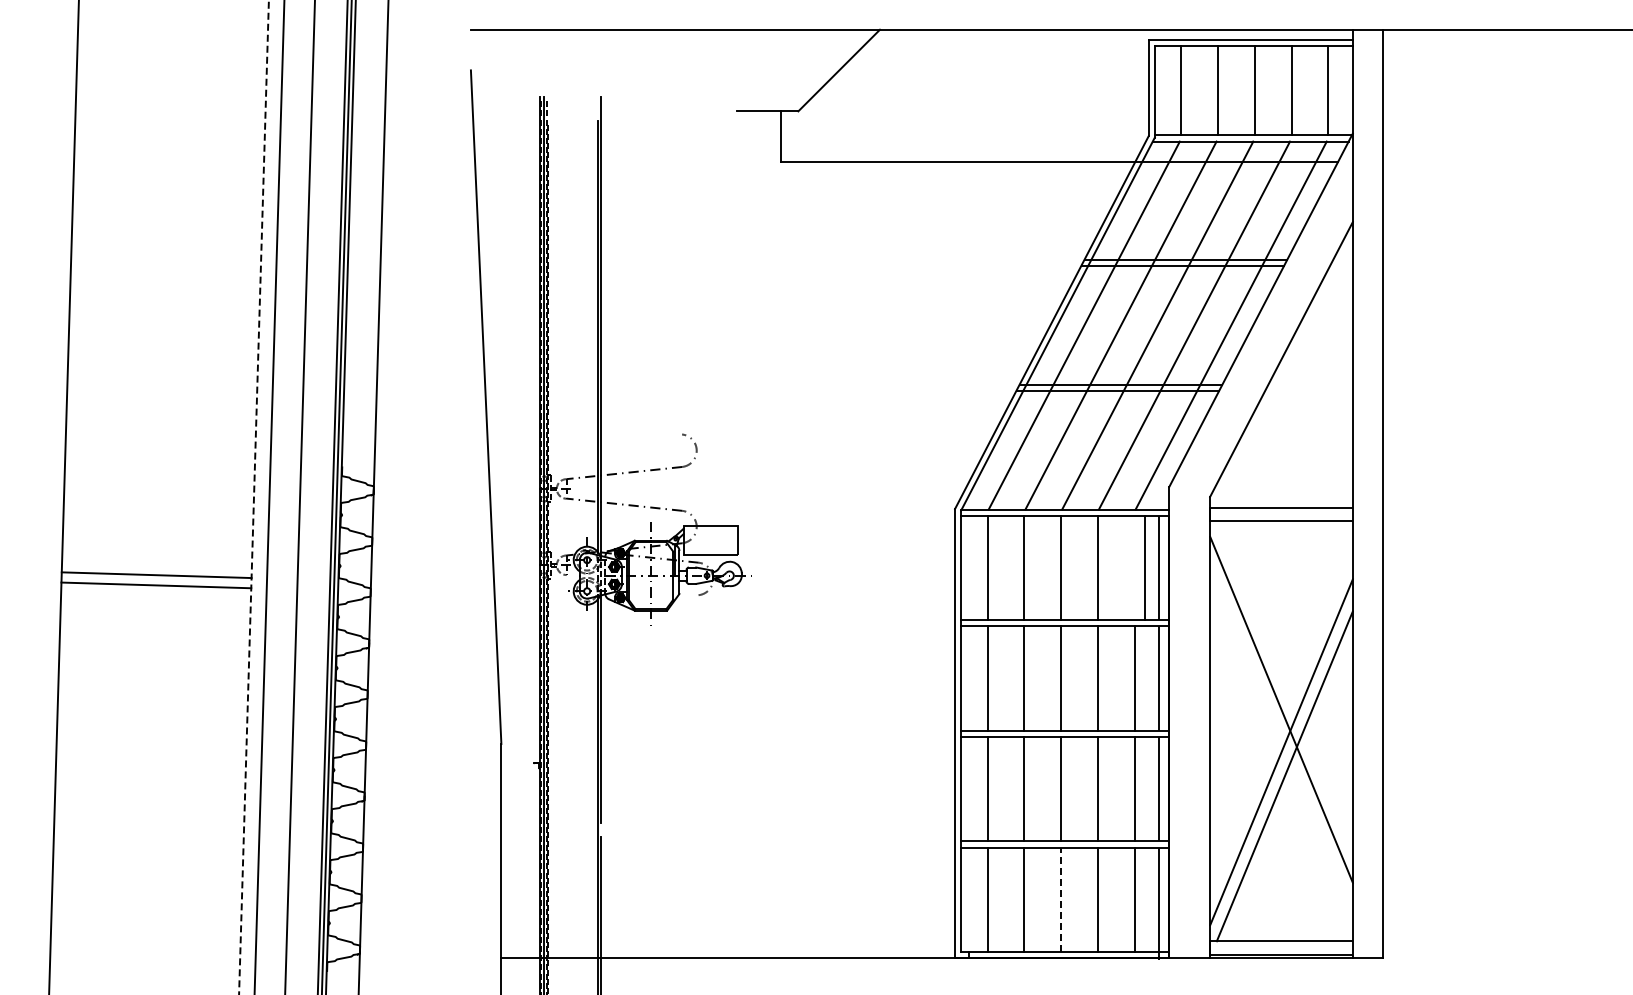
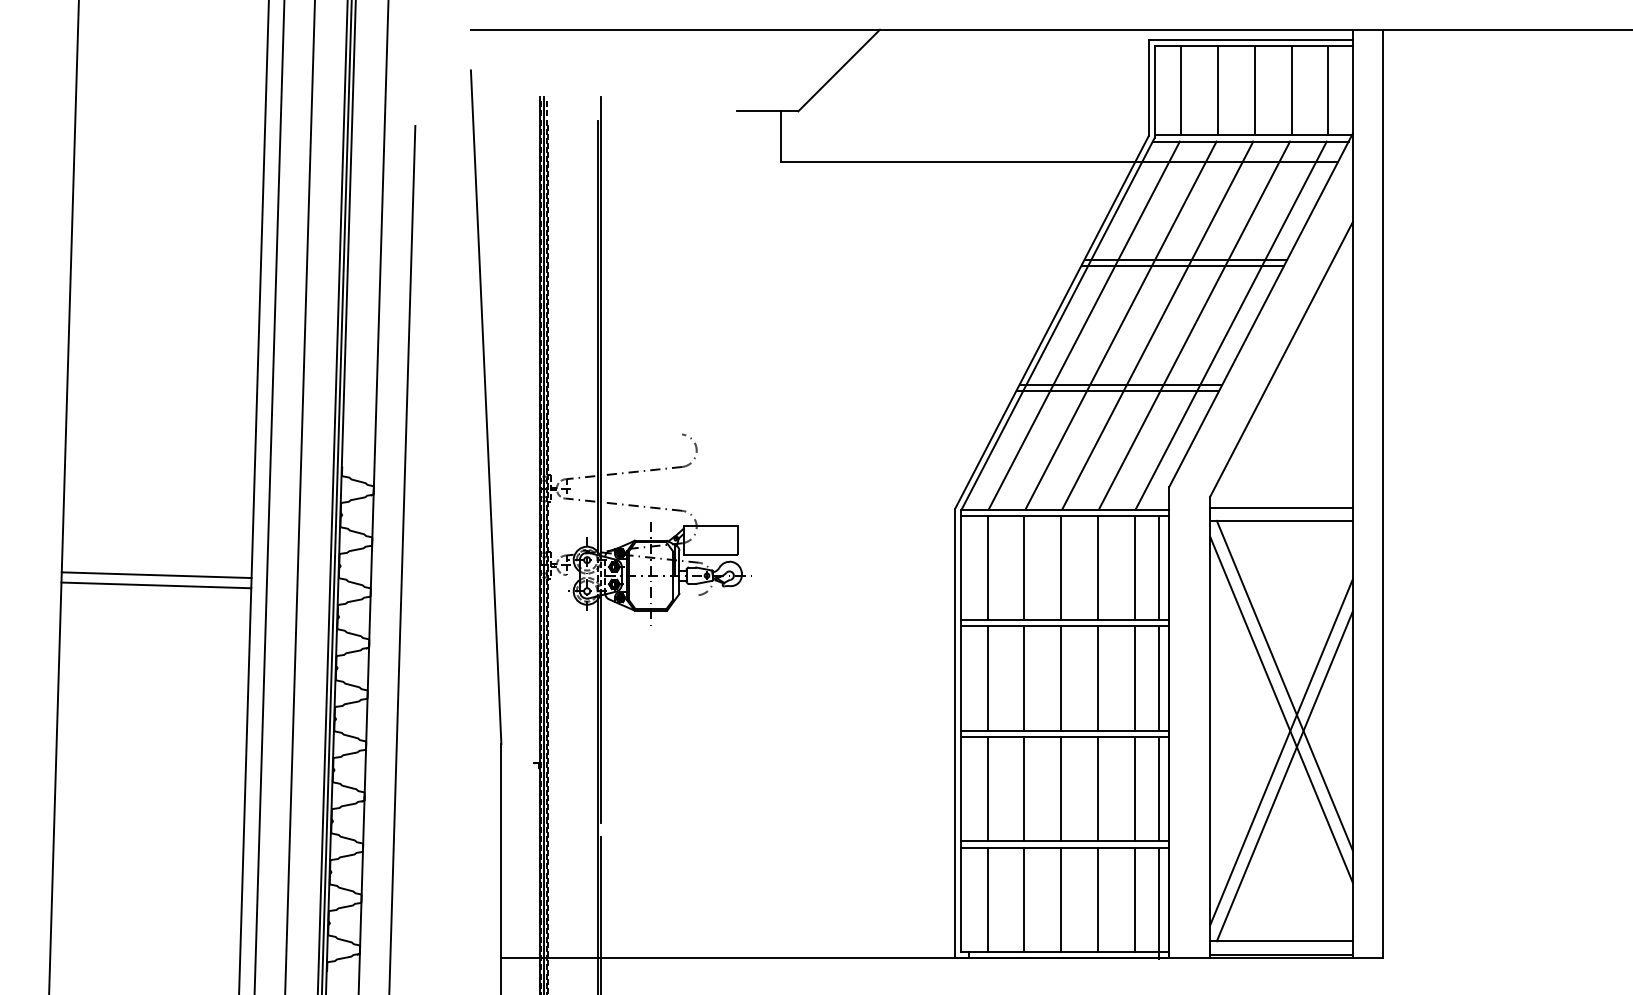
line at (254, 497): dashed -> solid
line at (402, 558): none -> present
line at (1144, 567) position: (1144, 567) -> (1134, 567)
line at (1284, 685): none -> present
line at (1061, 899): dashed -> solid
